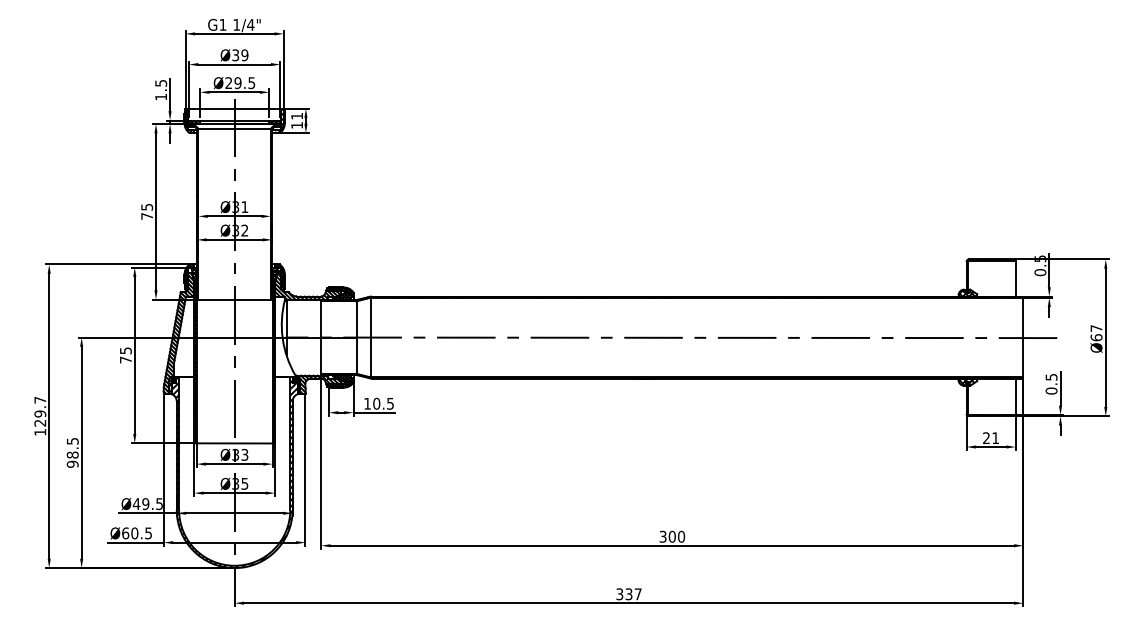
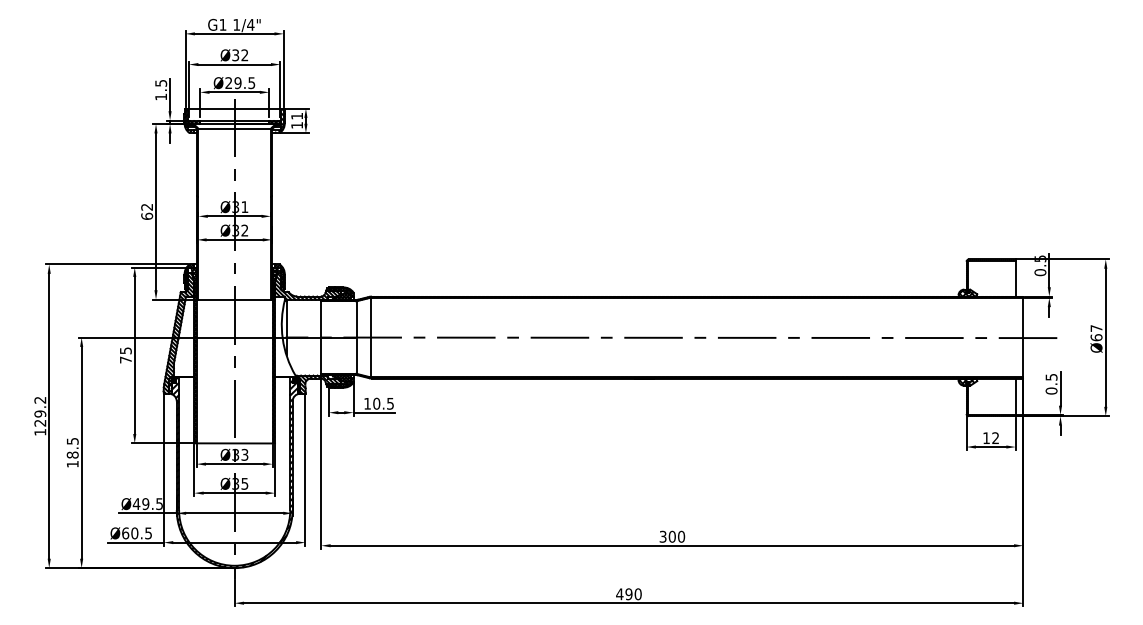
text at (244, 55): Ø39 -> Ø32
text at (147, 211): 75 -> 62
text at (40, 400): 129.7 -> 129.2
text at (990, 437): 21 -> 12
text at (72, 463): 98.5 -> 18.5
text at (628, 594): 337 -> 490
